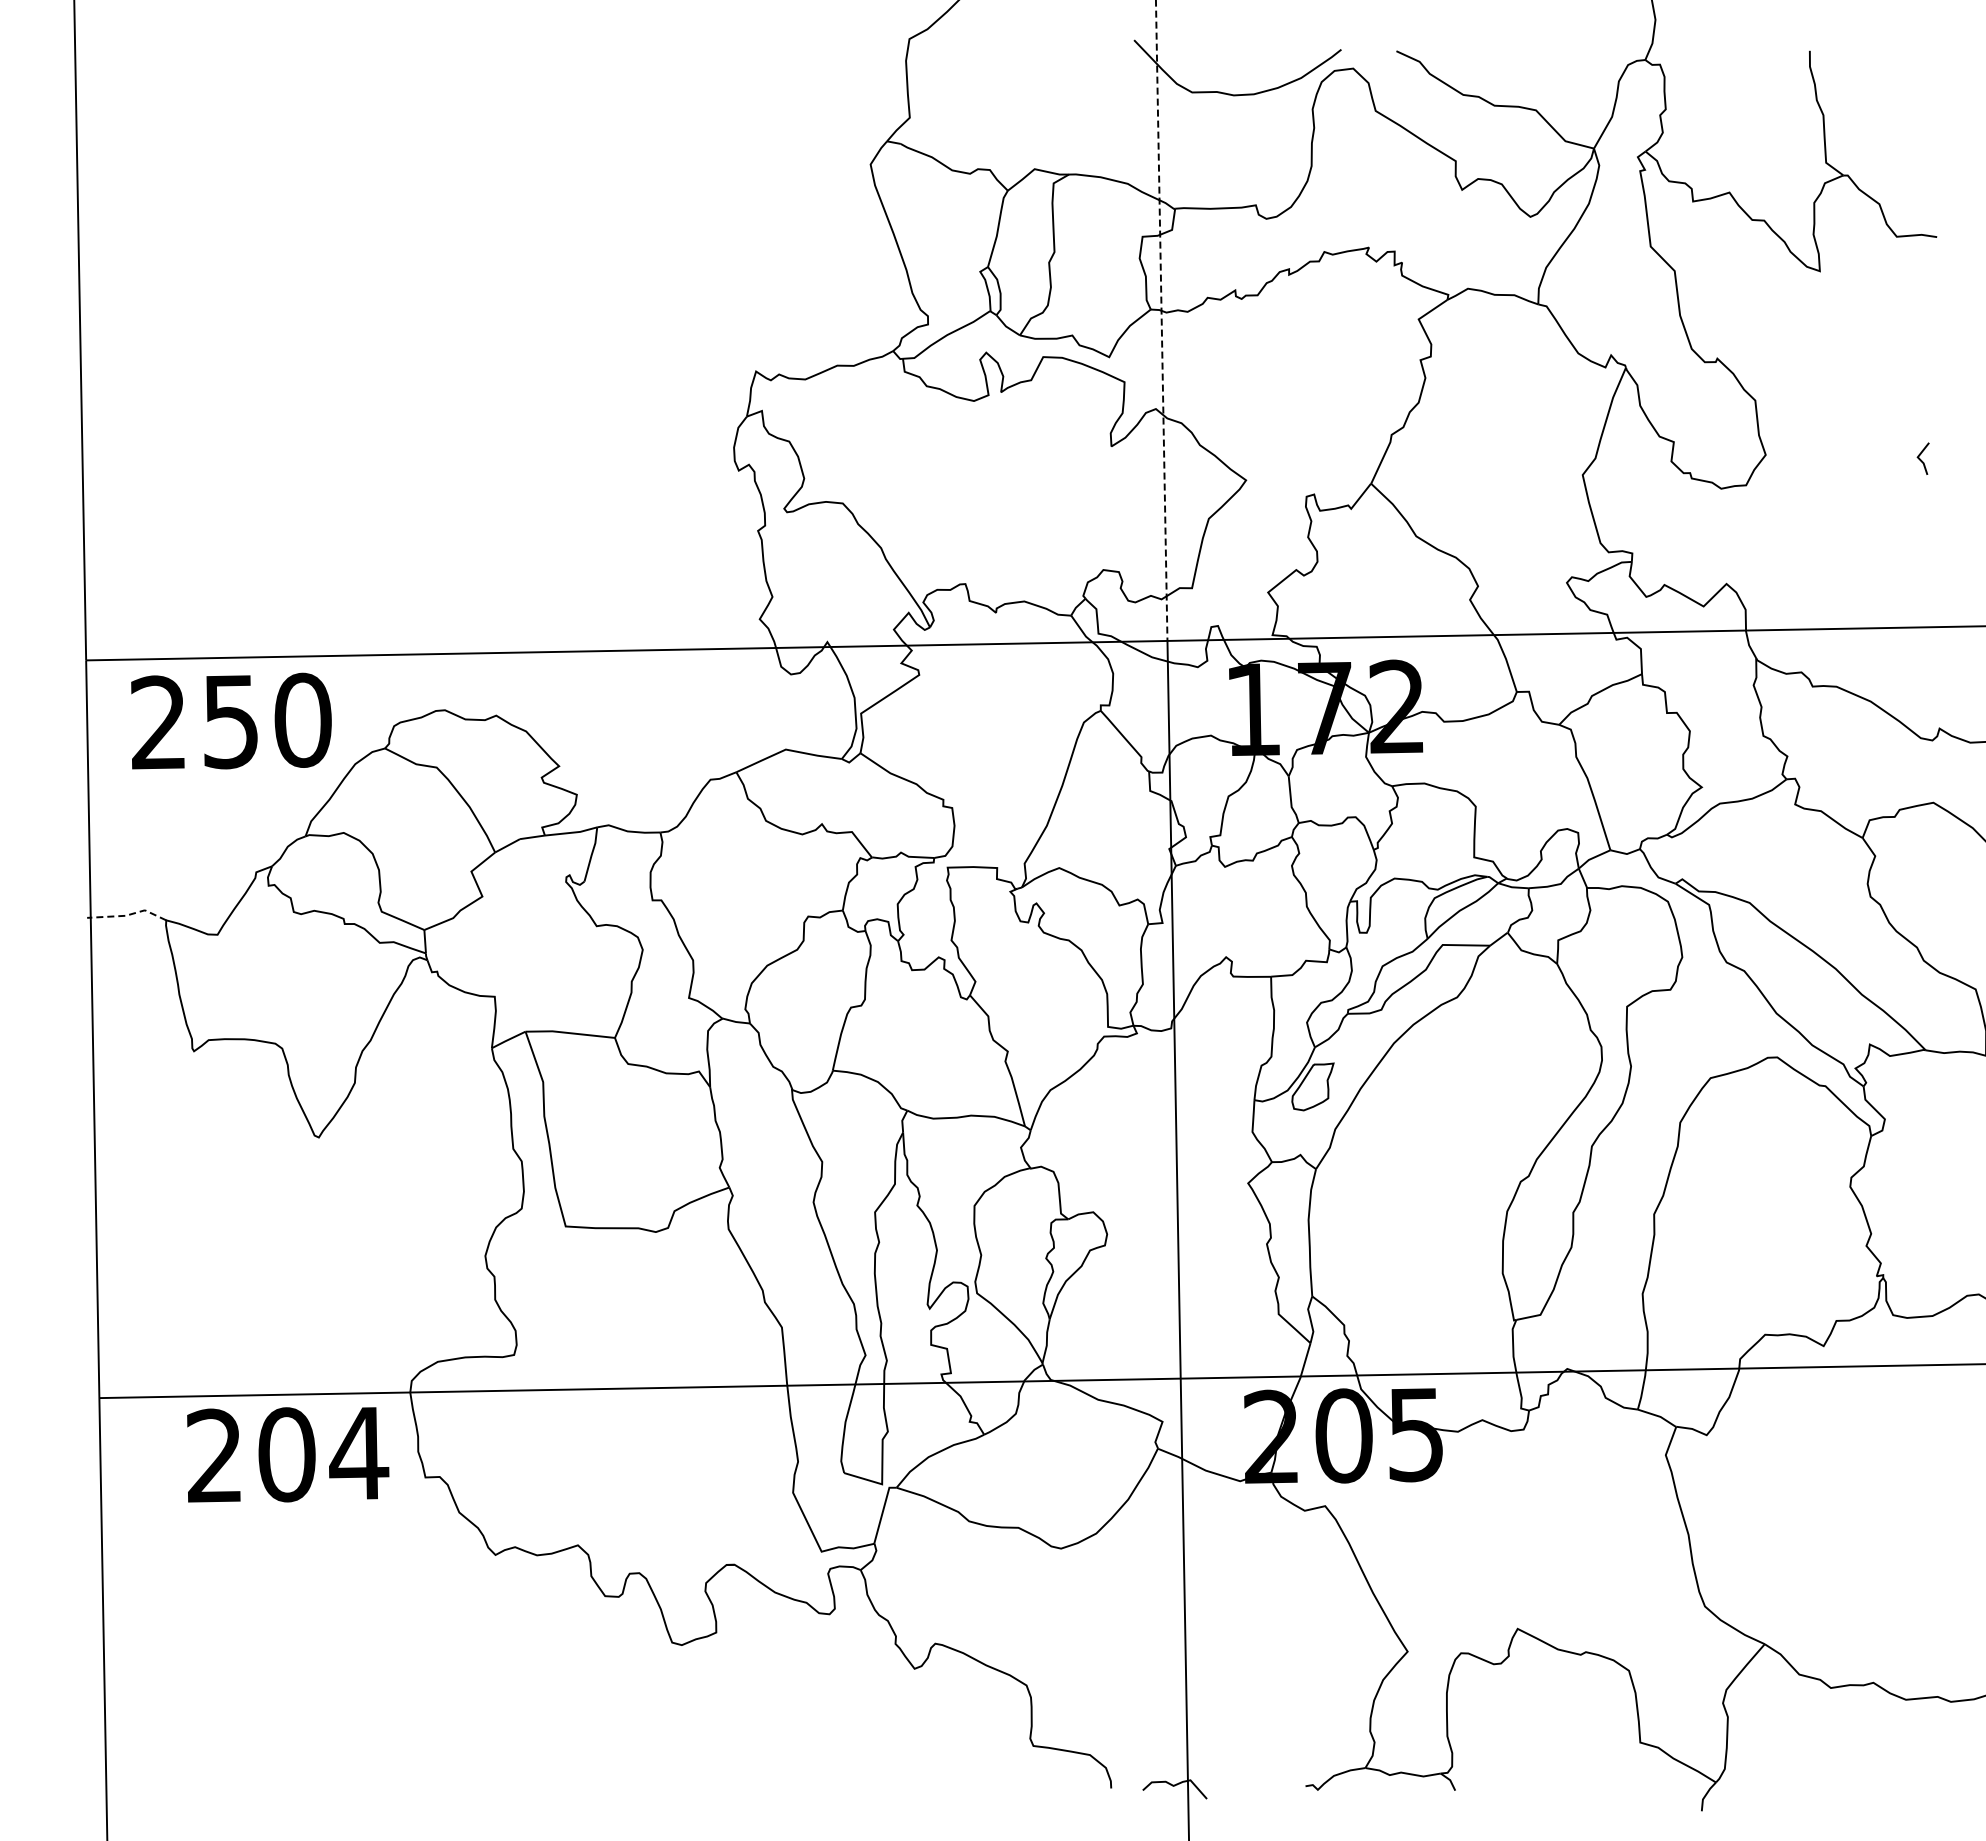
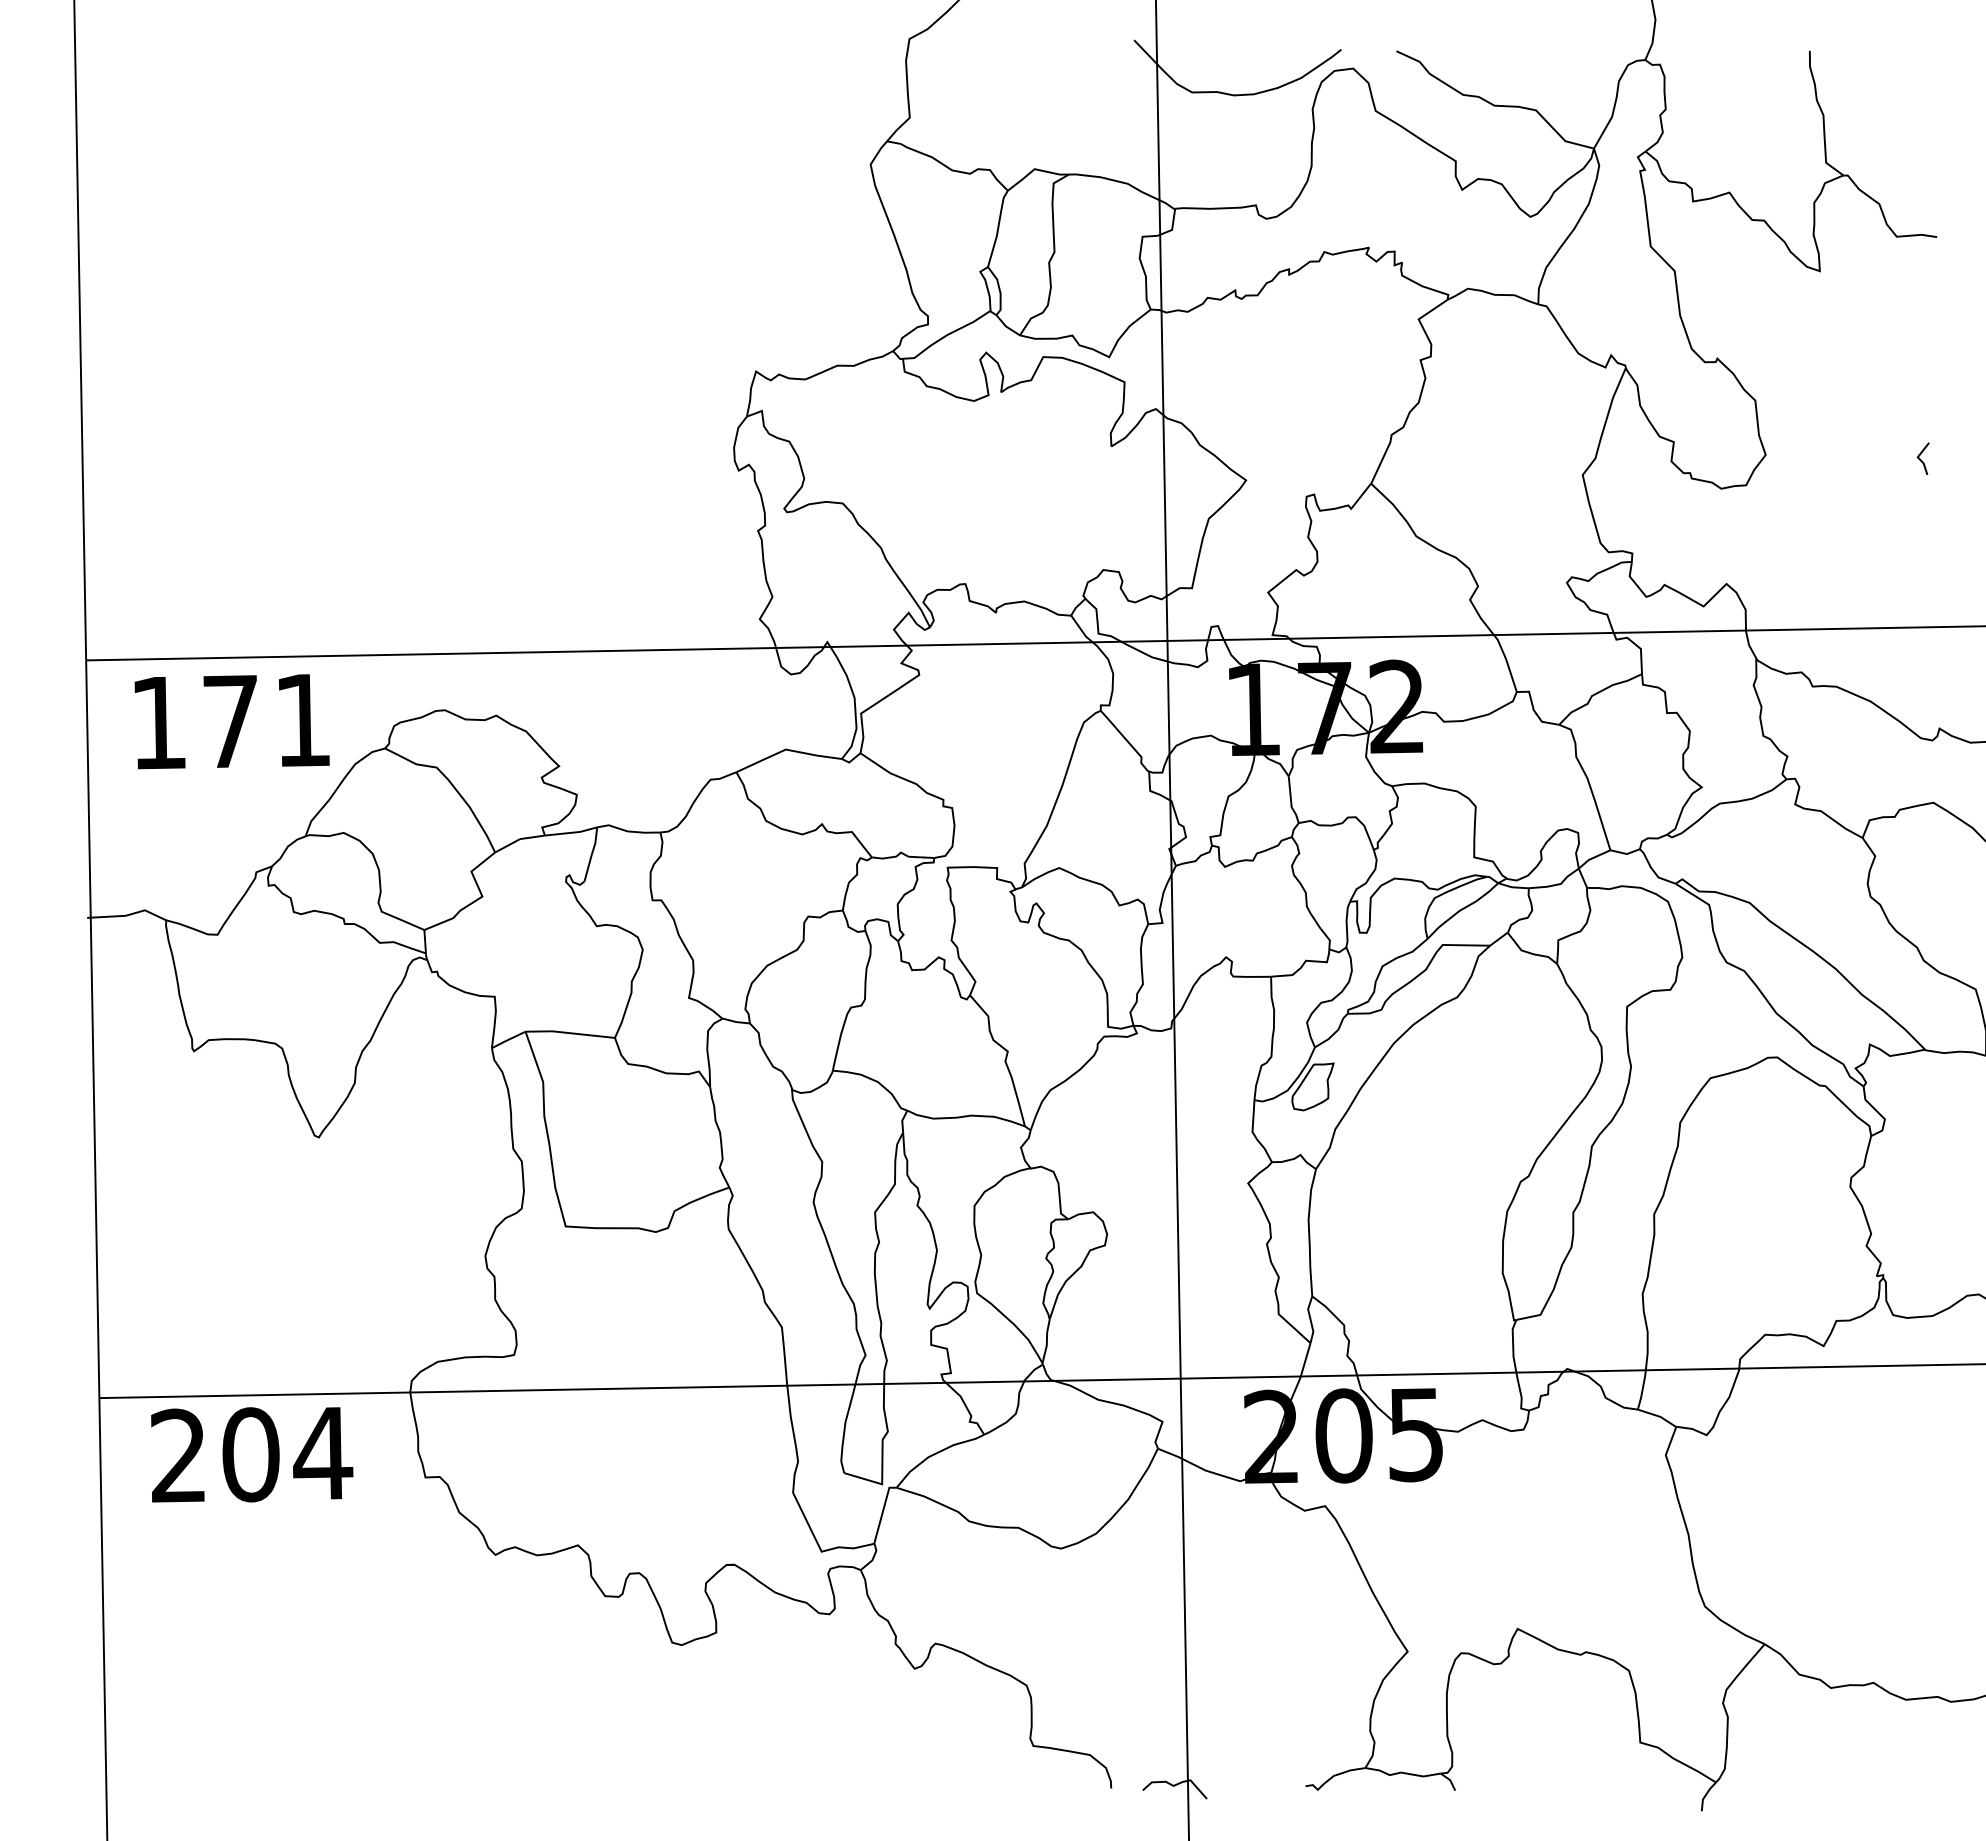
line at (1161, 321): dashed -> solid
text at (231, 720): 250 -> 171
line at (128, 915): dashed -> solid
text at (288, 1454) position: (288, 1454) -> (252, 1454)
